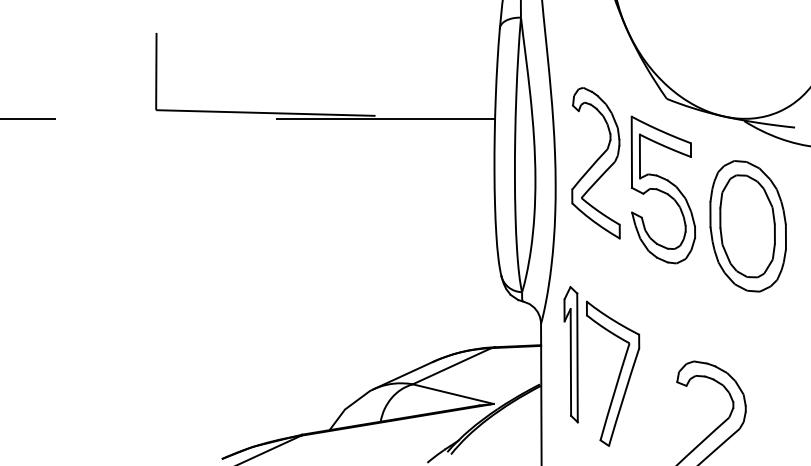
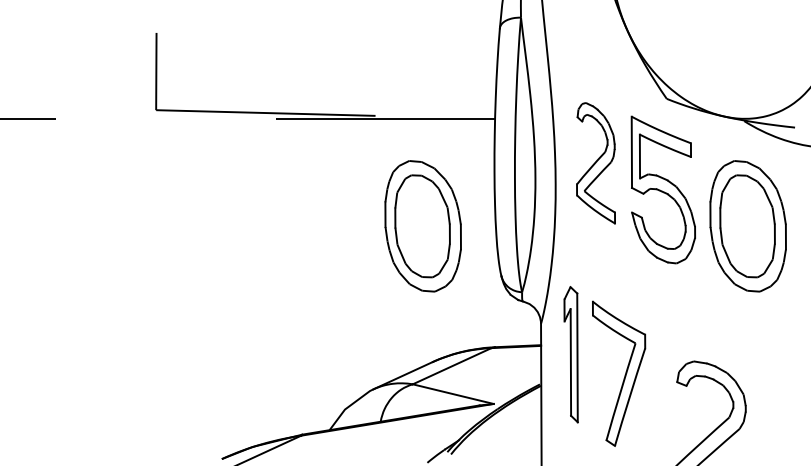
part at (595, 163) size: 50x153 px -> 40x123 px
part at (422, 226): none -> present
part at (613, 373) position: (613, 373) -> (619, 373)
